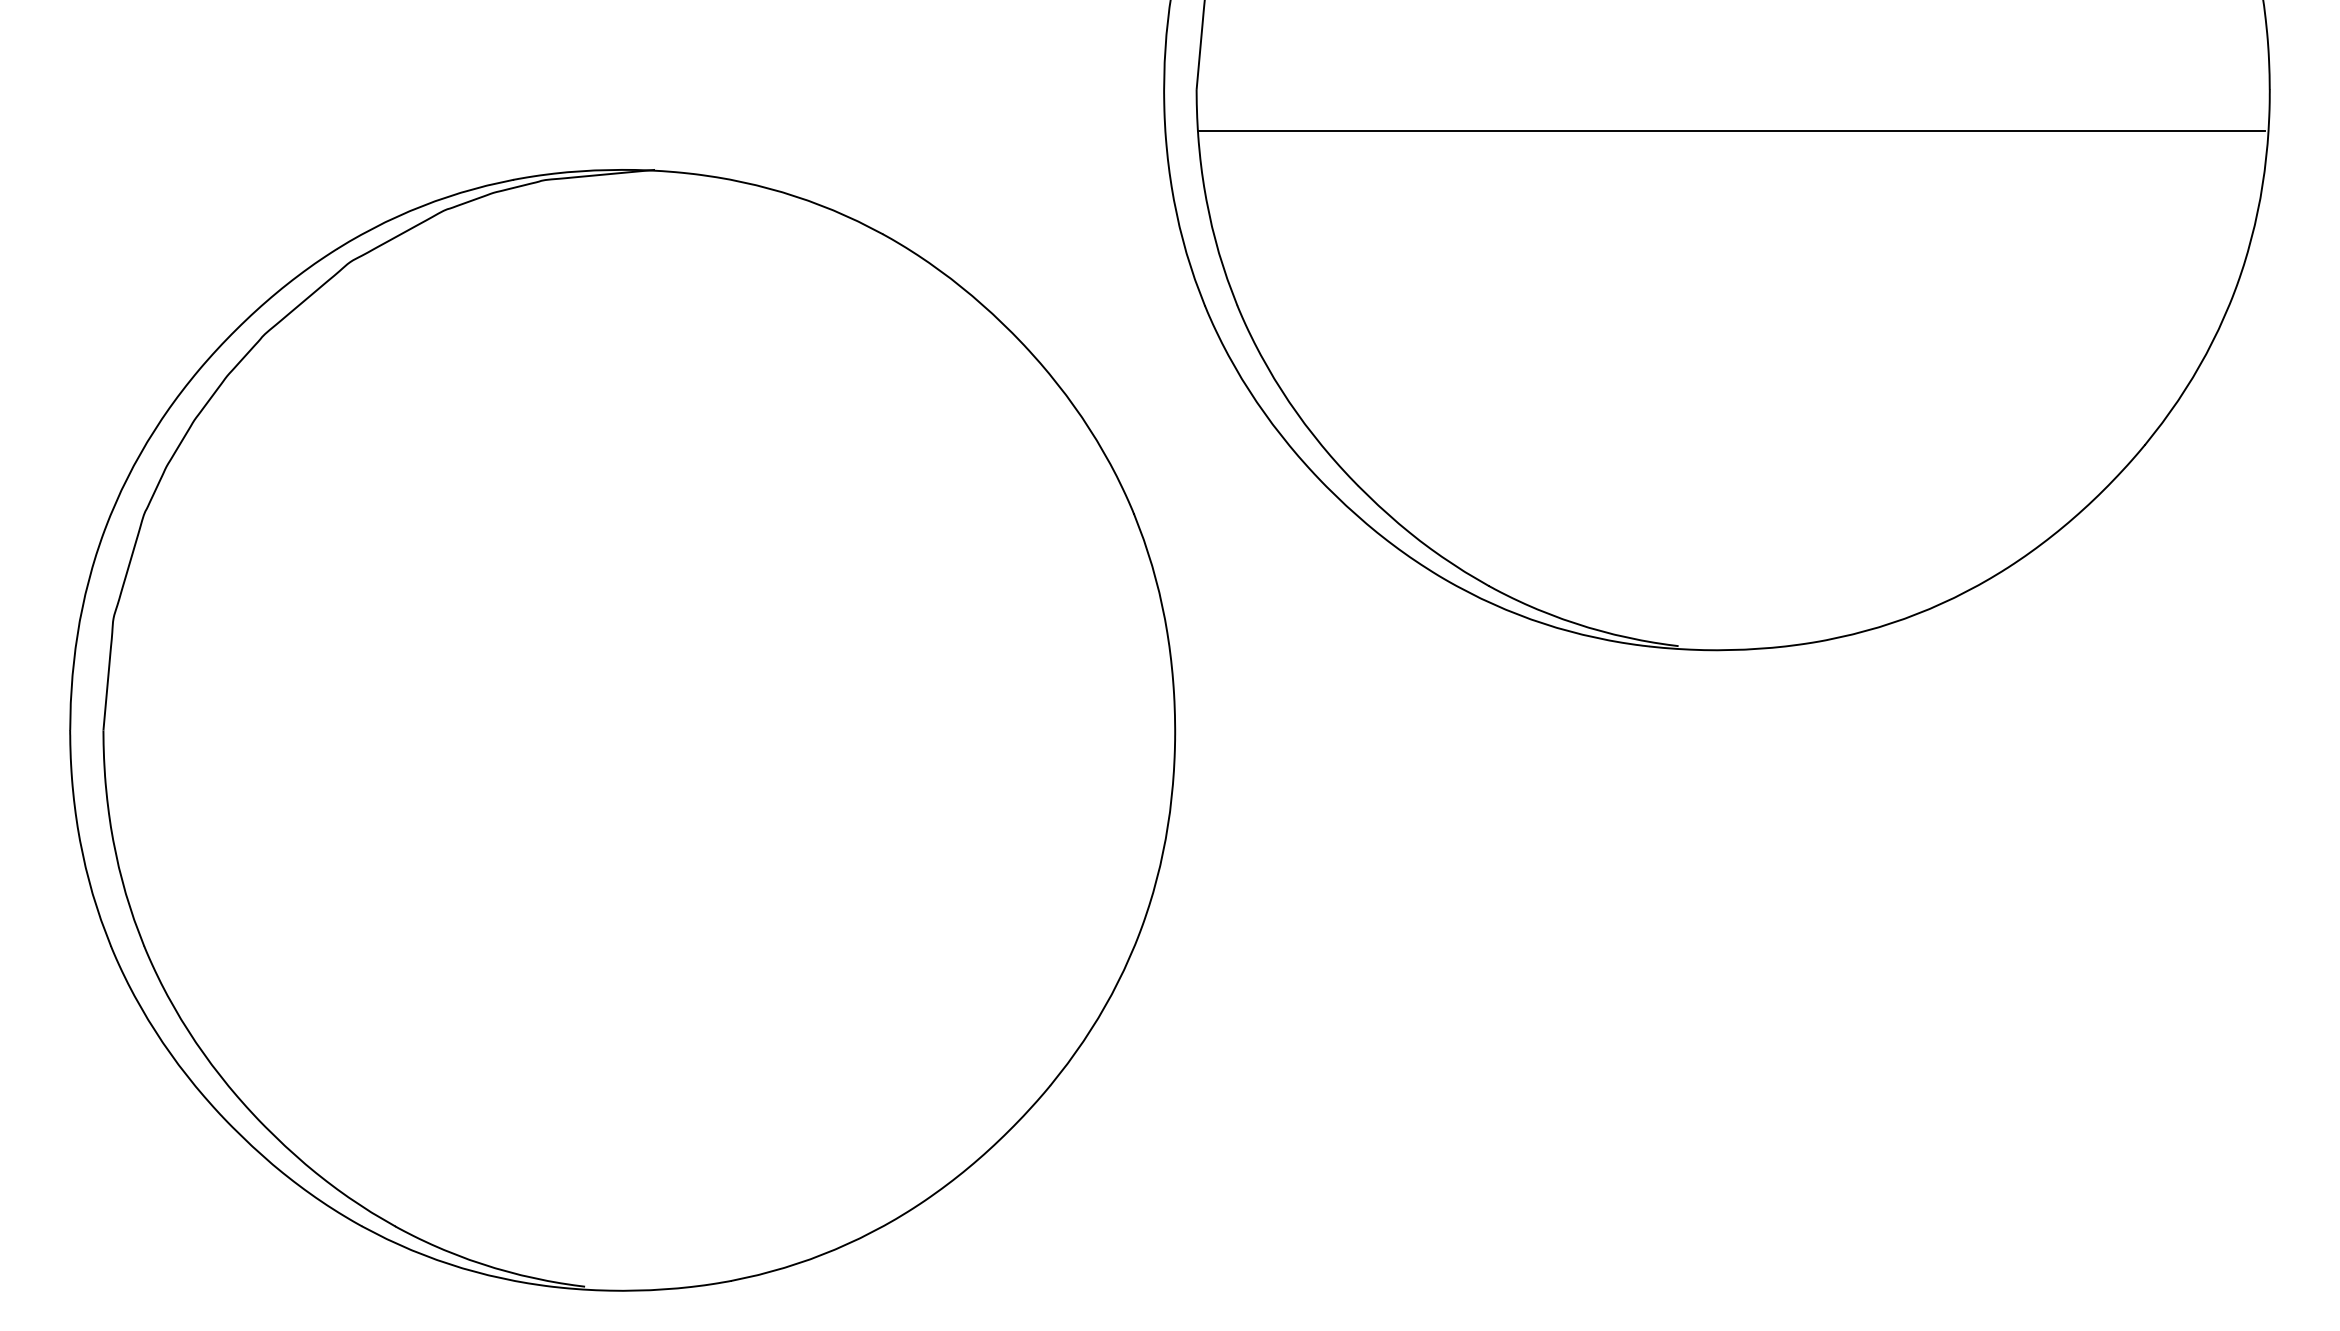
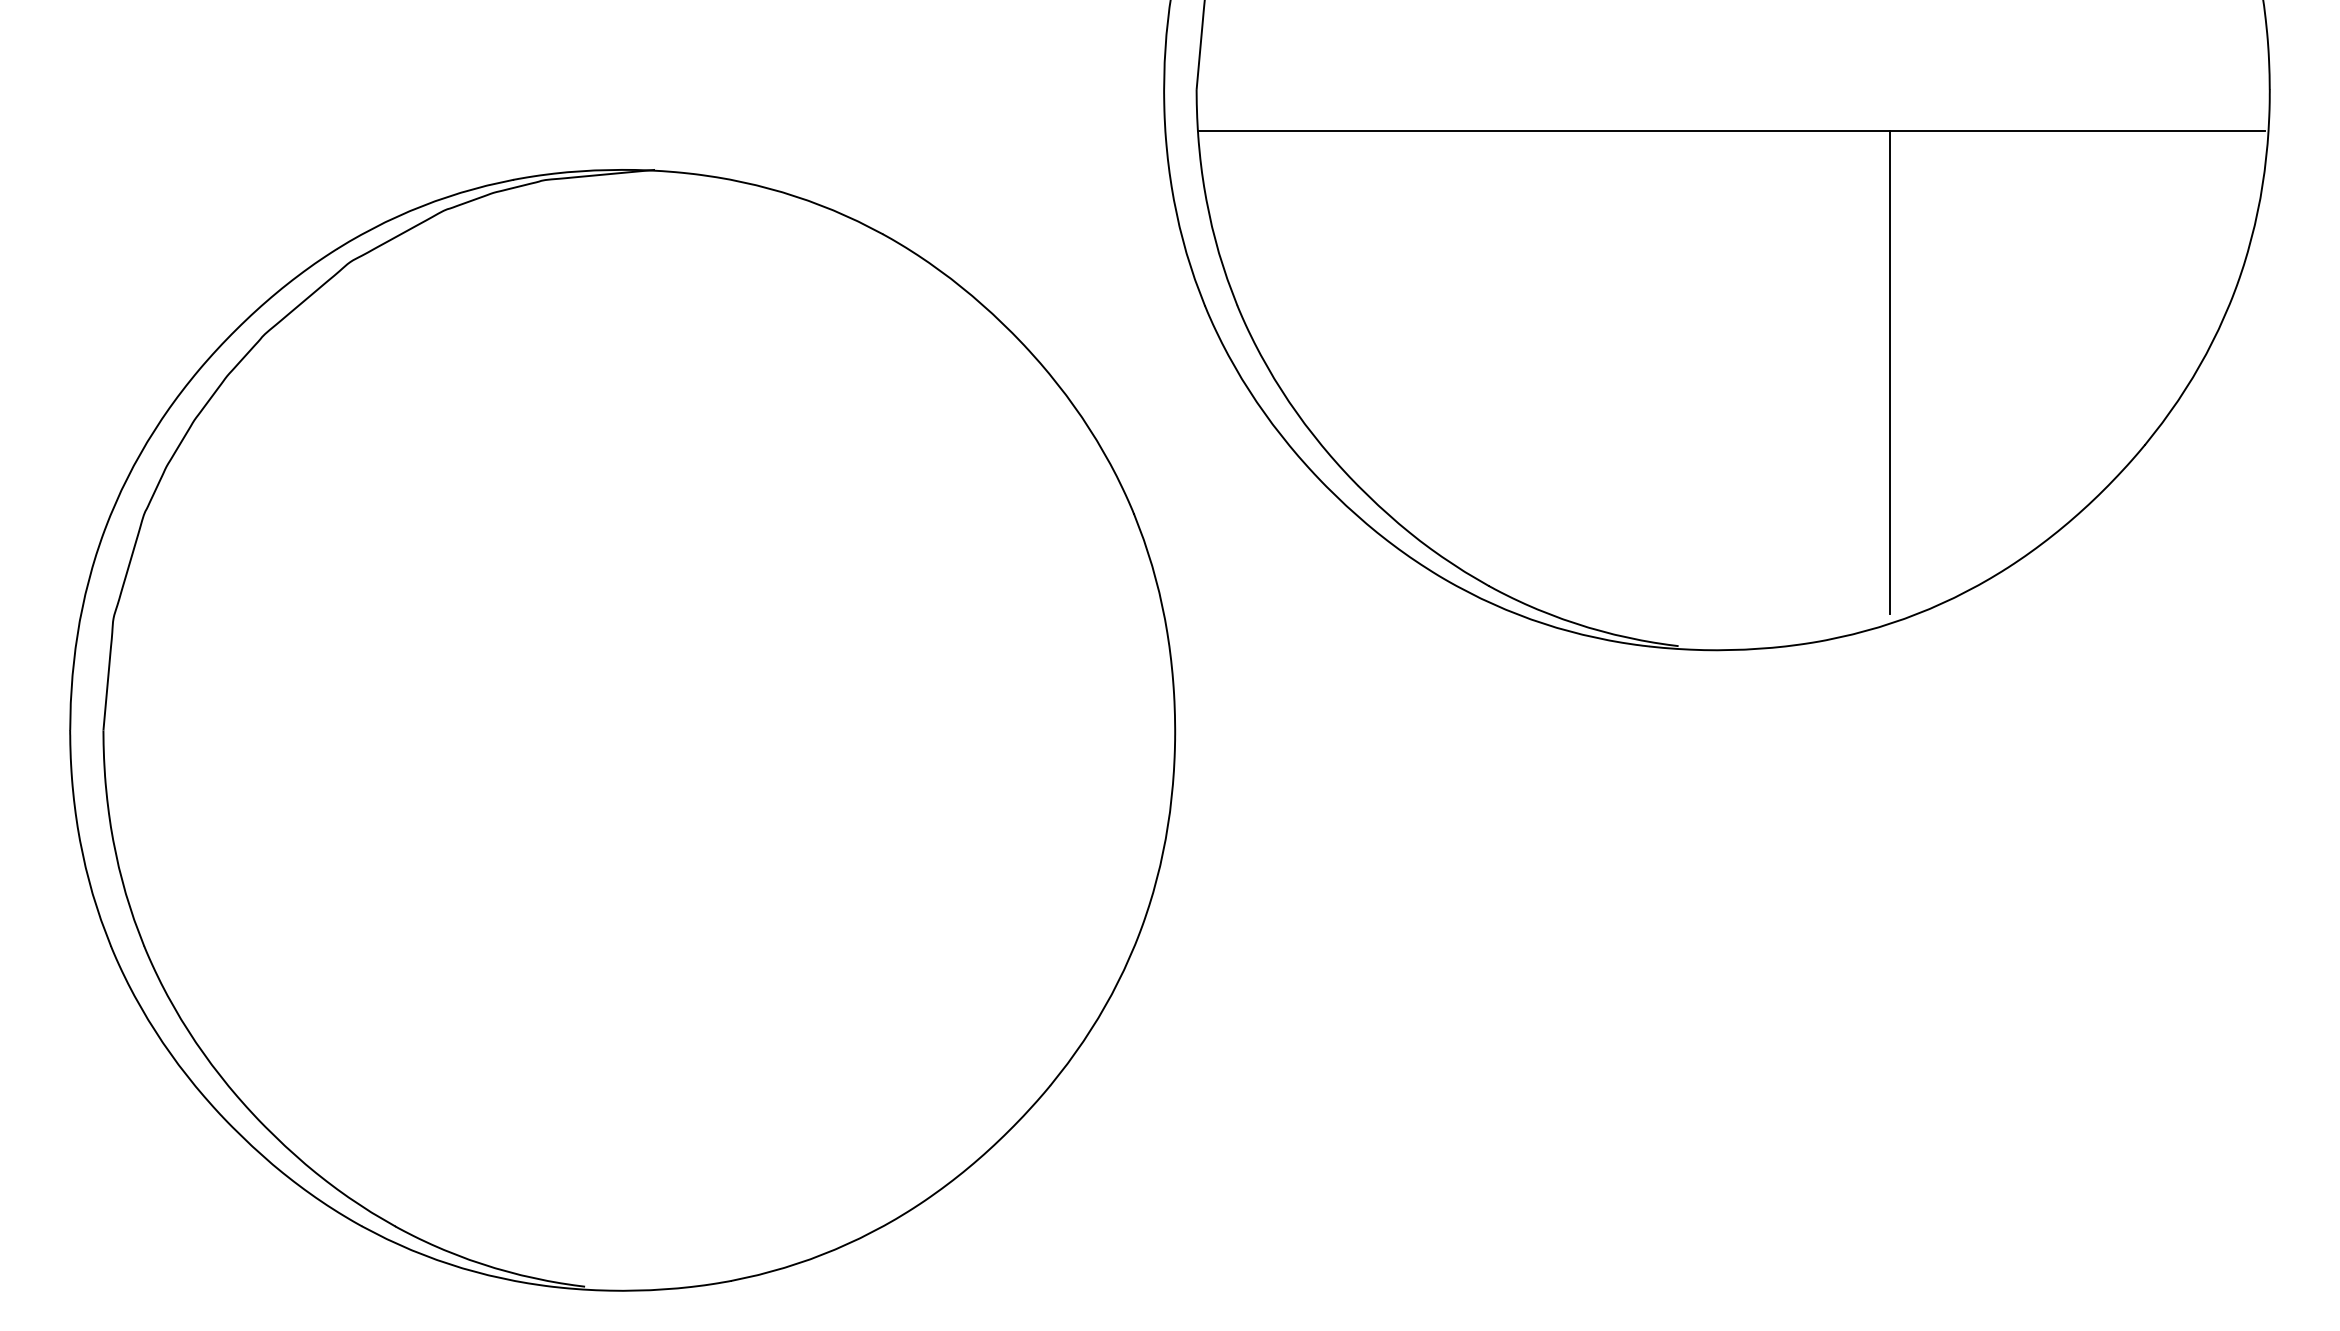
line at (1890, 372): none -> present
